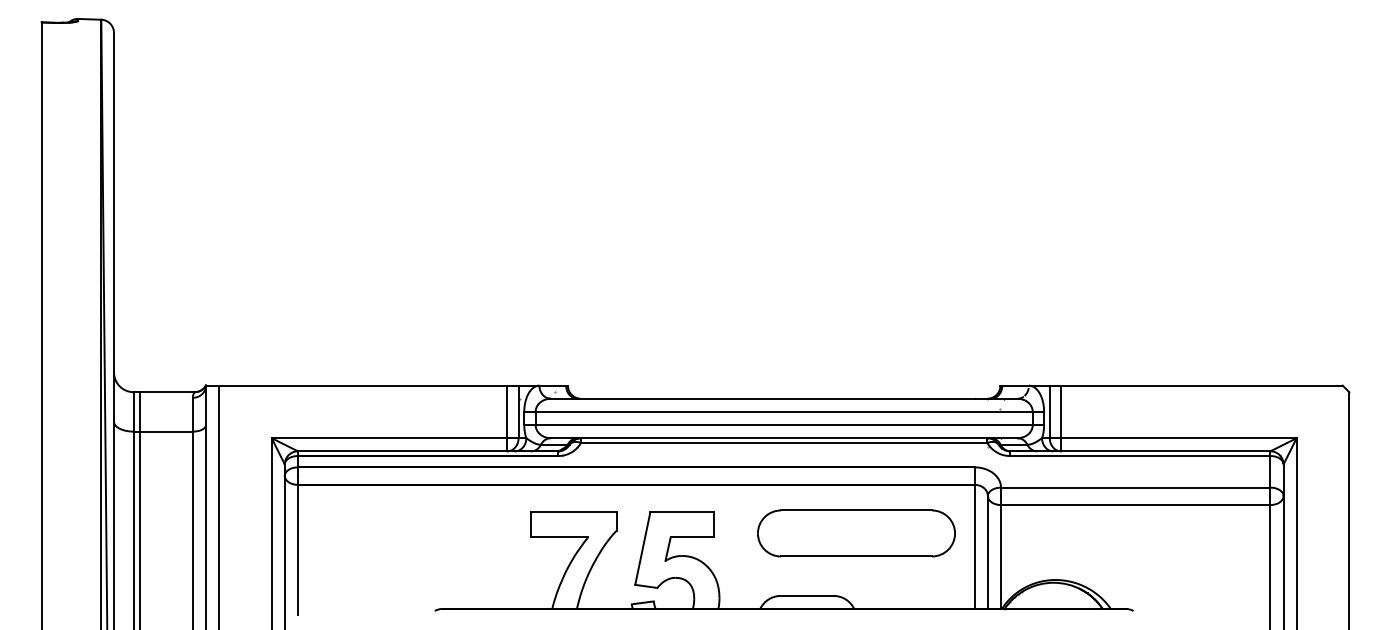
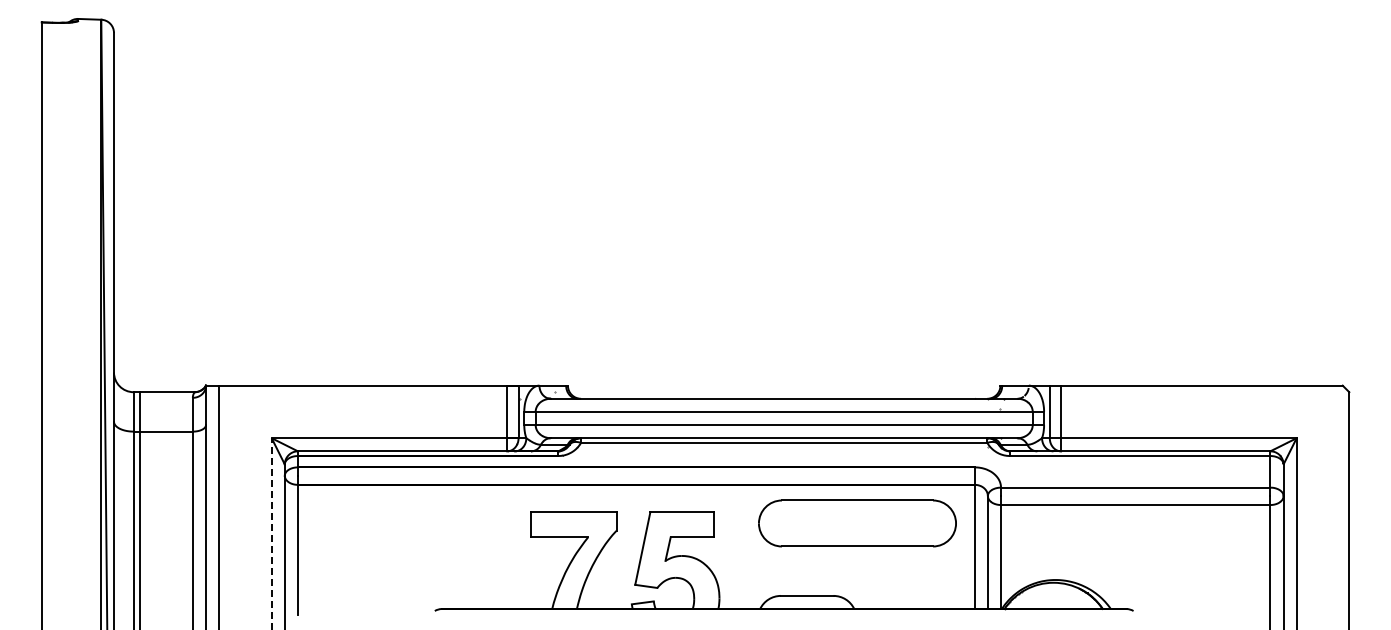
part at (856, 533) position: (856, 533) -> (857, 523)
line at (271, 534): solid -> dashed
